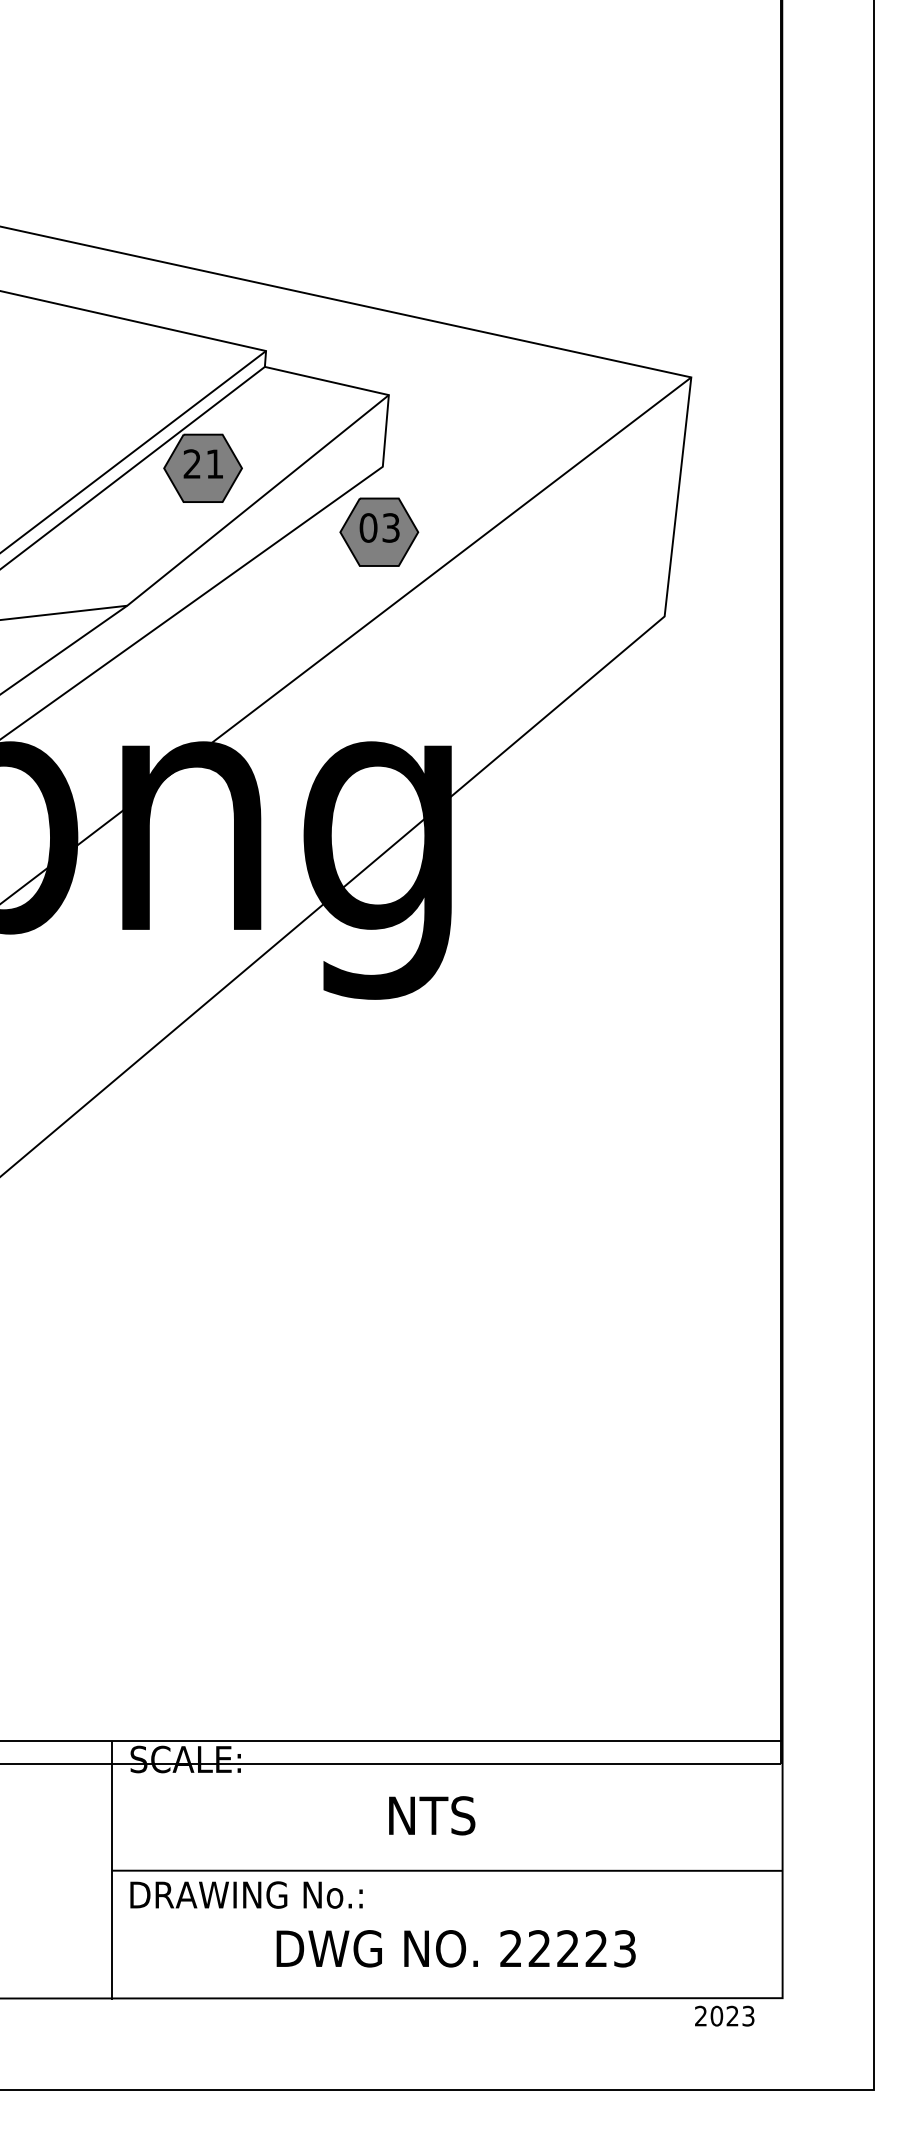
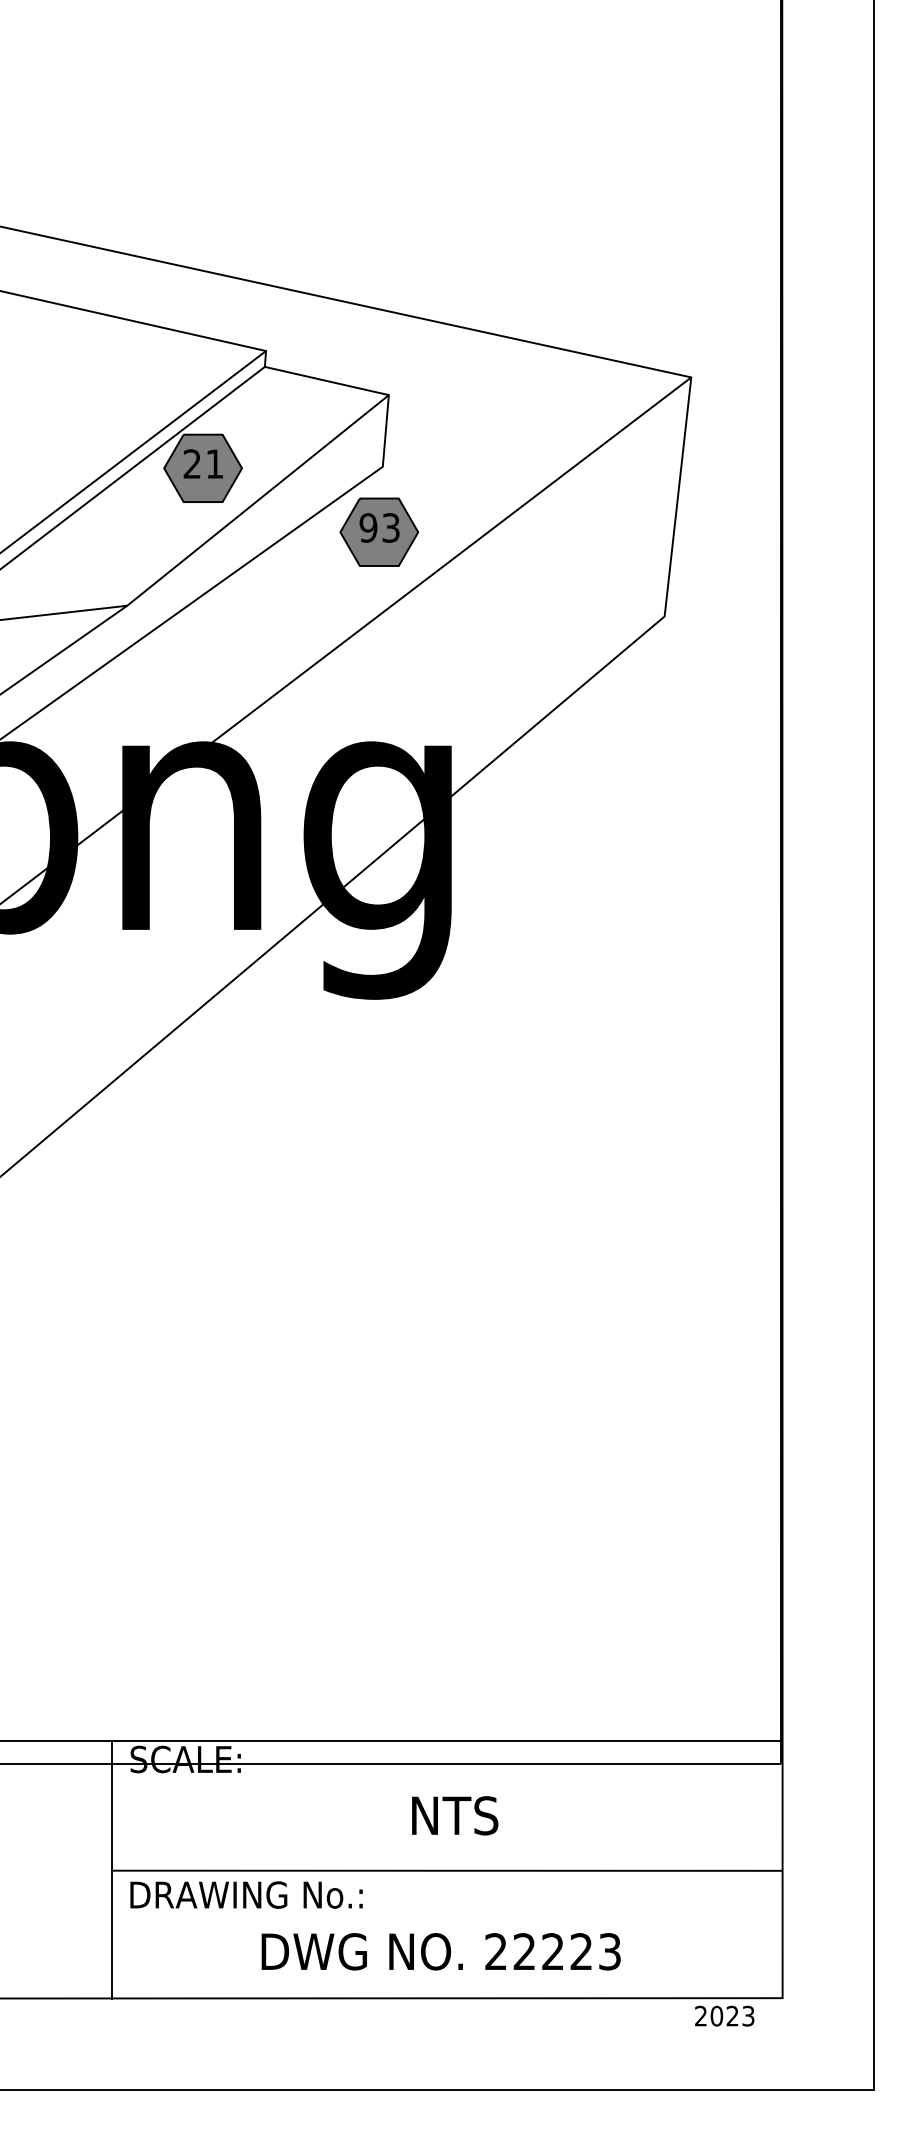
text at (368, 528): 03 -> 93
text at (432, 1815) position: (432, 1815) -> (455, 1815)
text at (455, 1948) position: (455, 1948) -> (440, 1951)
